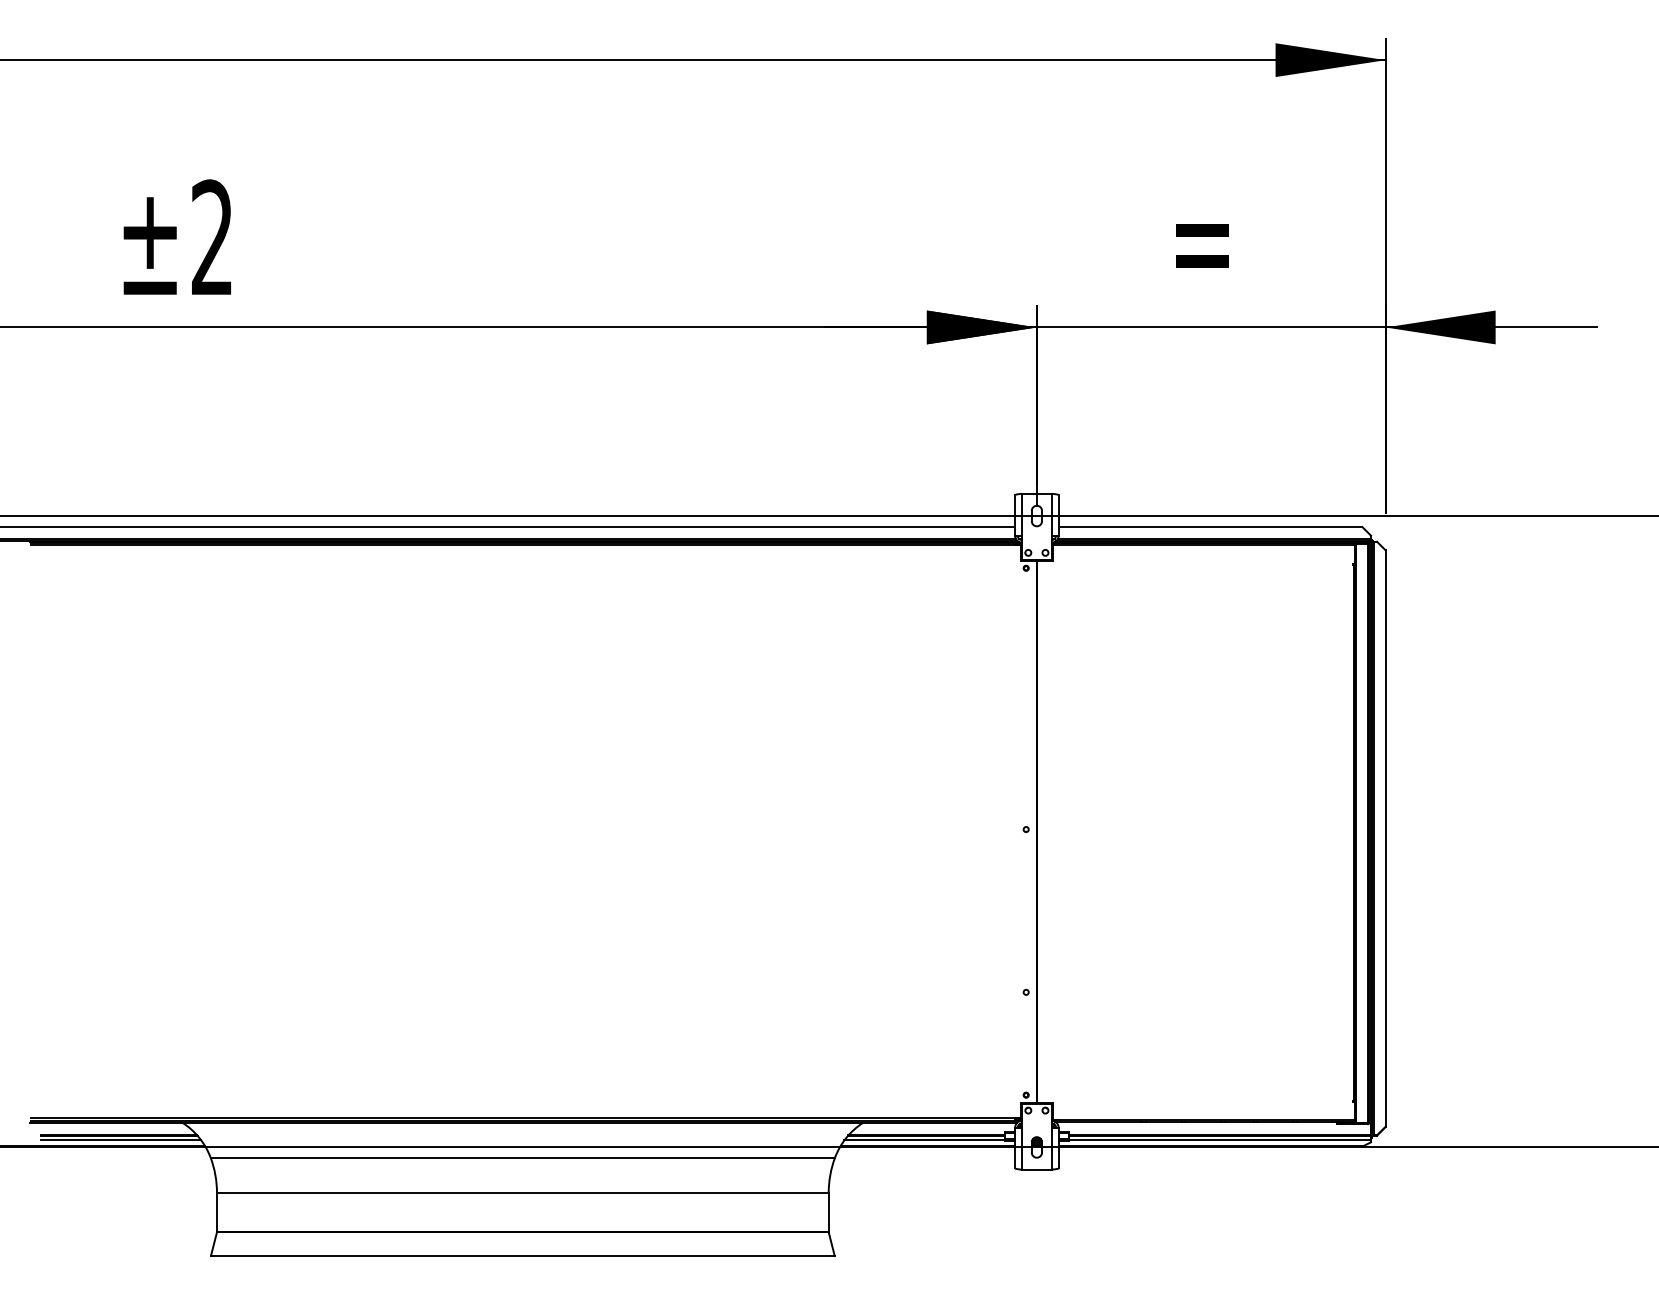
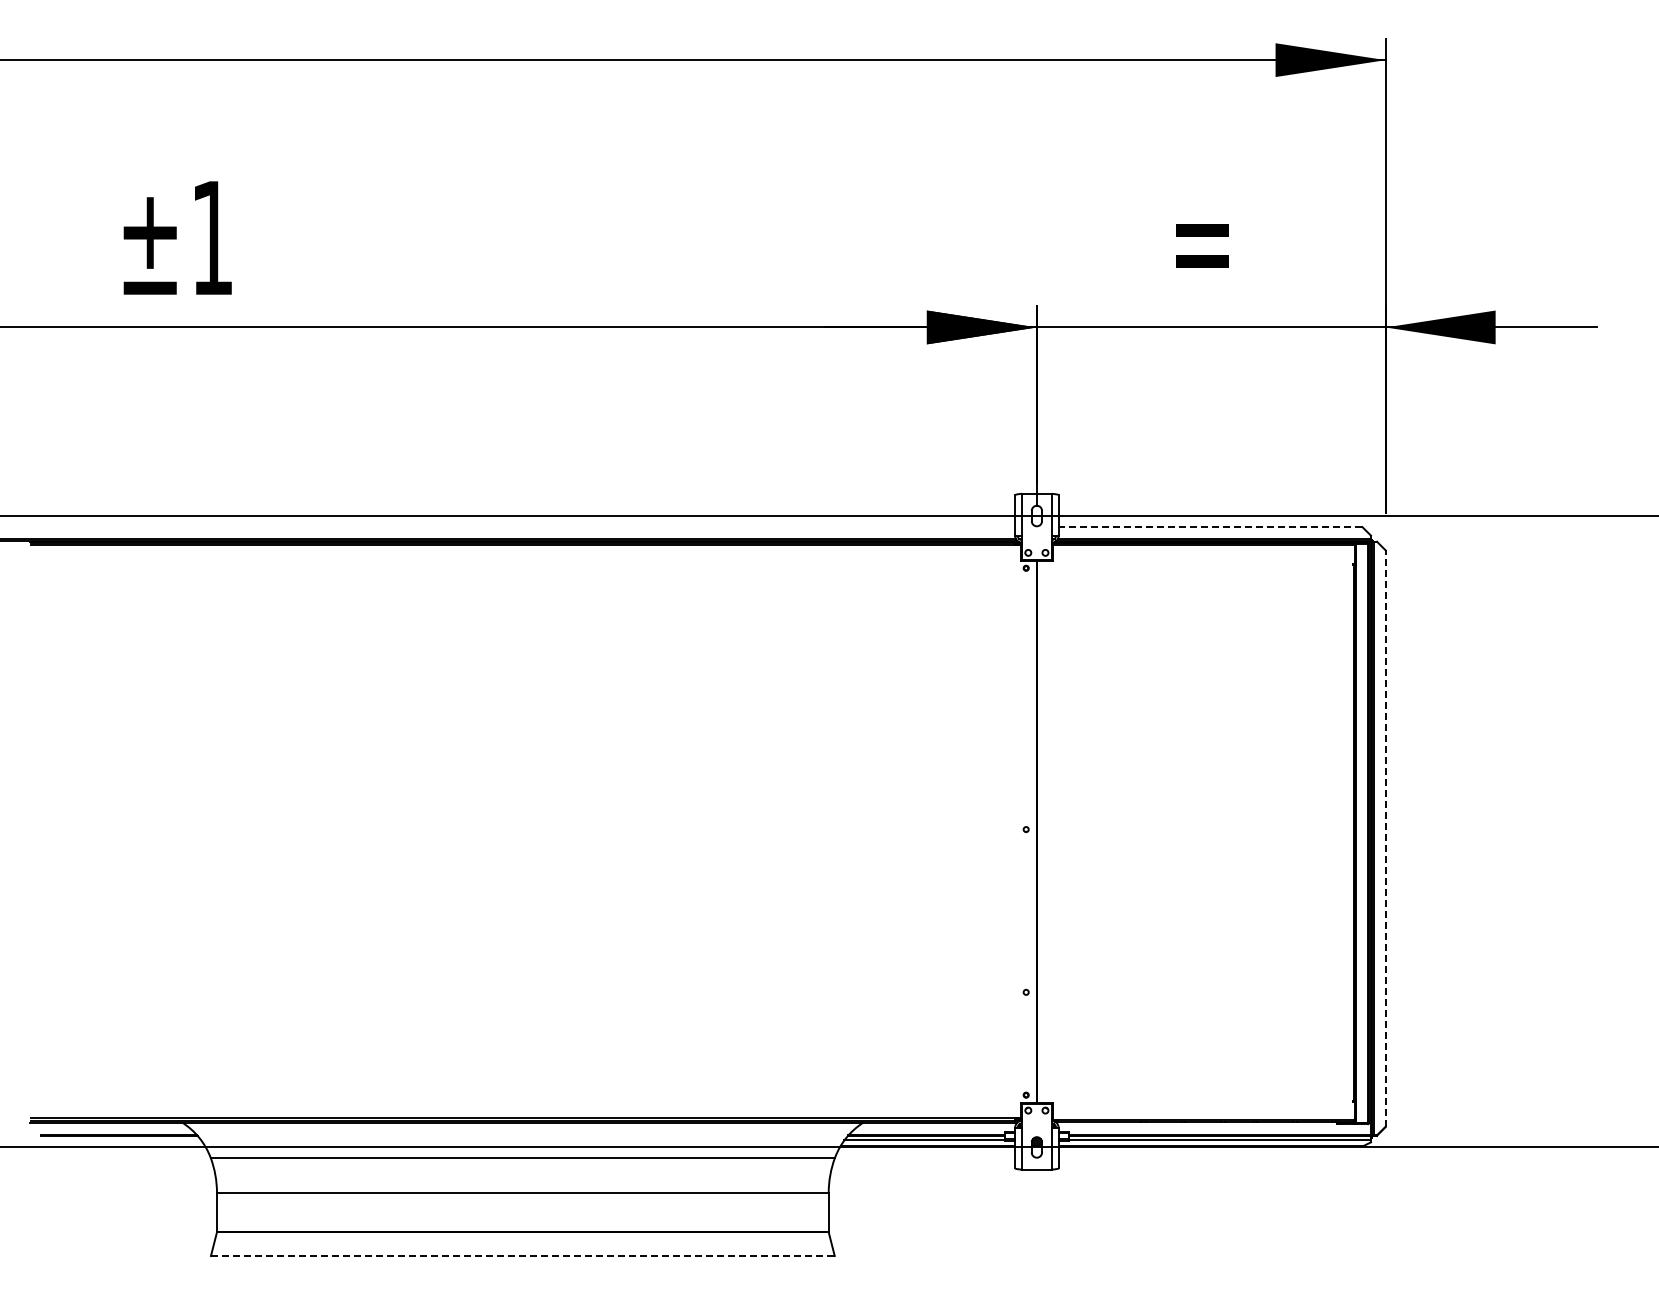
text at (211, 236): ±2 -> ±1
line at (508, 527): present -> none
line at (1210, 527): solid -> dashed
line at (1385, 838): solid -> dashed
line at (120, 1140): present -> none
line at (103, 1145): present -> none
line at (522, 1255): solid -> dashed
